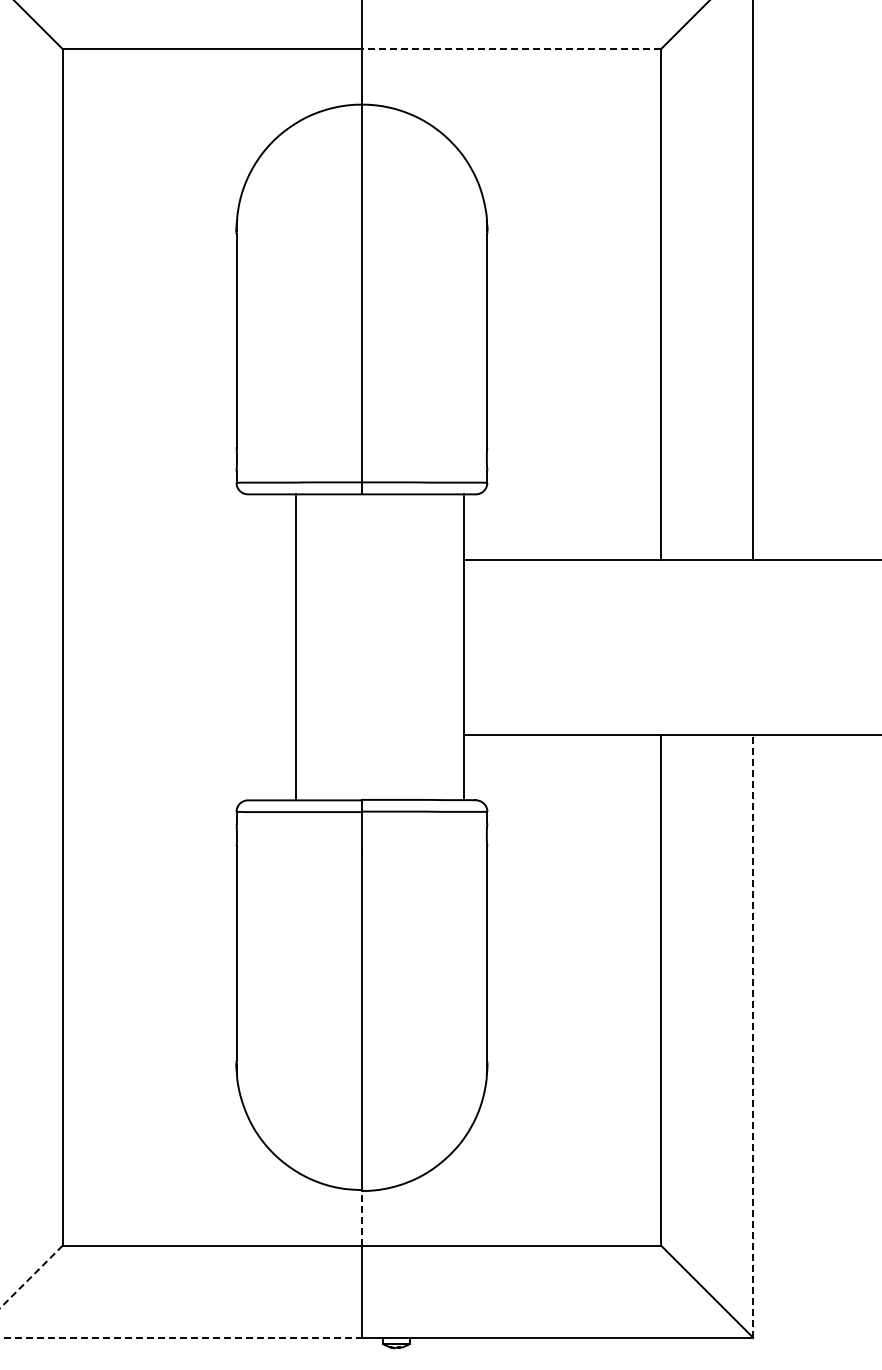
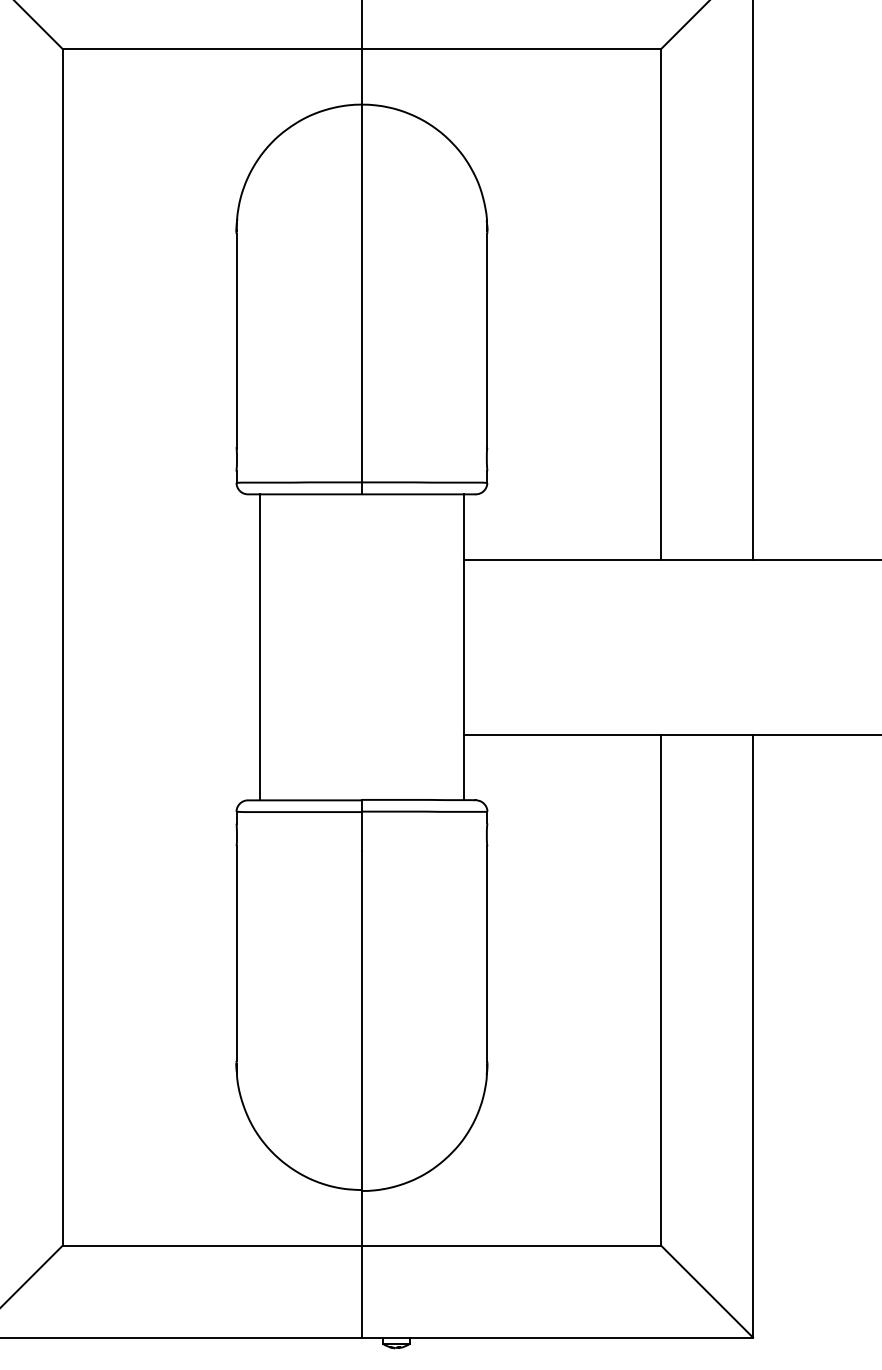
line at (511, 49): dashed -> solid
line at (295, 647) position: (295, 647) -> (259, 647)
line at (753, 1035): dashed -> solid
line at (361, 1217): dashed -> solid
line at (31, 1277): dashed -> solid
line at (181, 1337): dashed -> solid
